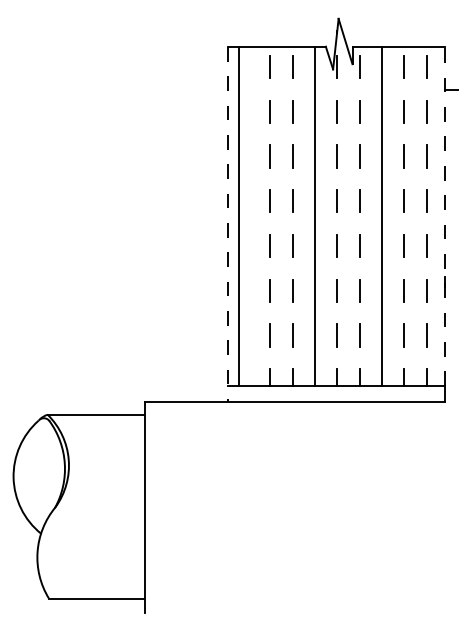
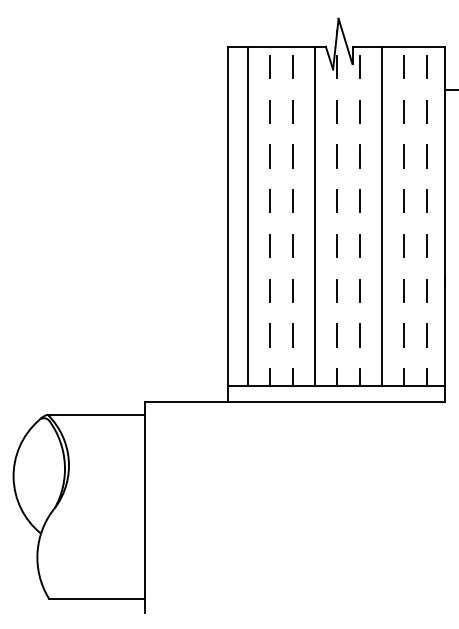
line at (238, 215) position: (238, 215) -> (247, 215)
line at (445, 215): dashed -> solid
line at (228, 224): dashed -> solid
